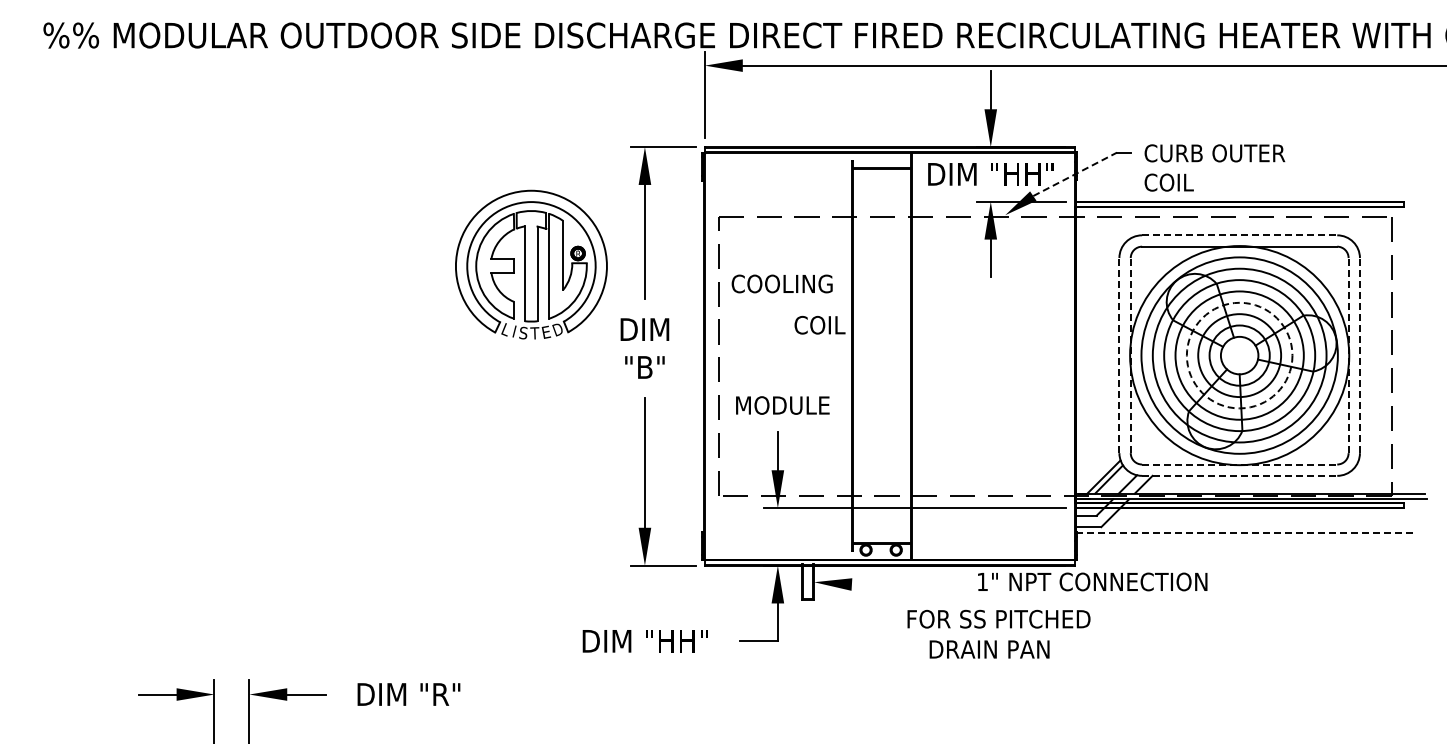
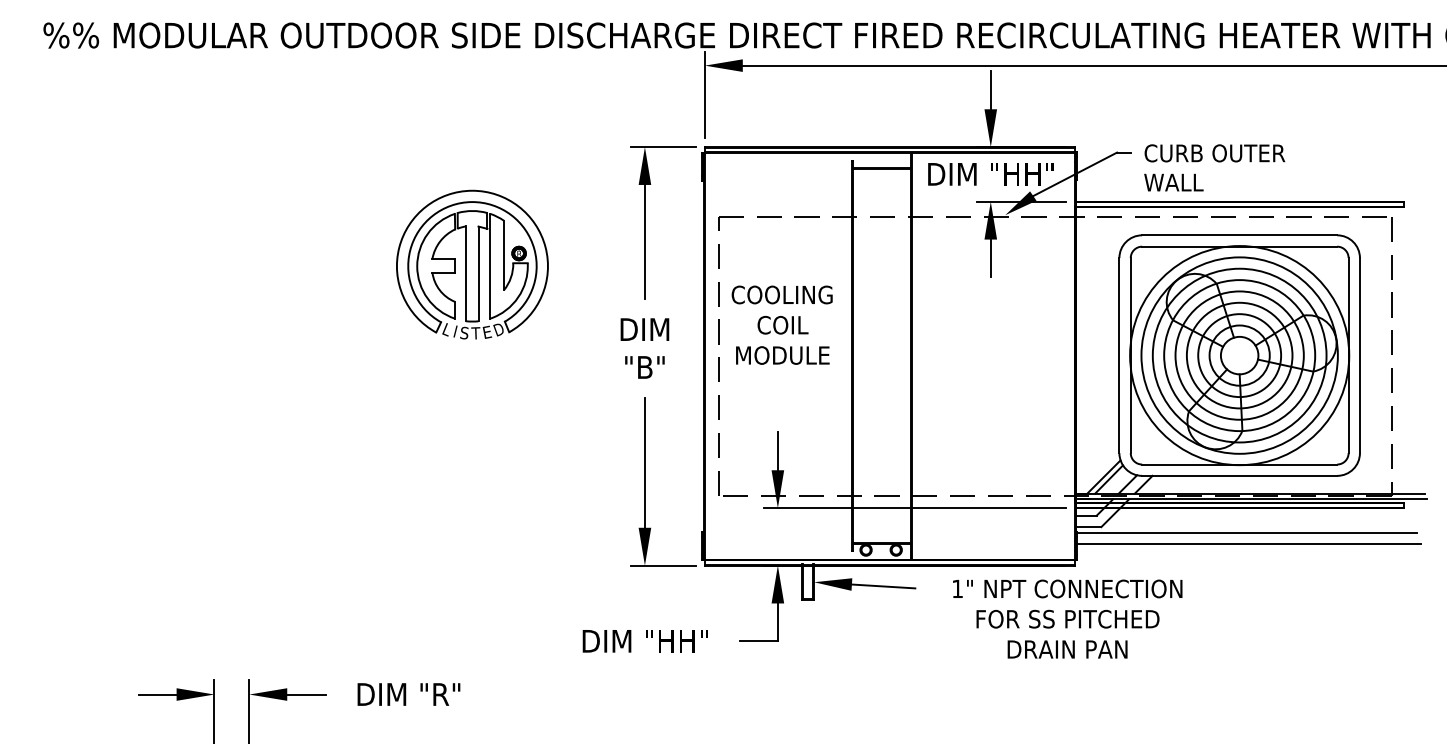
line at (1075, 174): dashed -> solid
text at (1173, 182): COIL -> WALL
line at (1239, 235): dashed -> solid
part at (531, 264) position: (531, 264) -> (472, 264)
text at (781, 283) position: (781, 283) -> (781, 294)
text at (819, 324) position: (819, 324) -> (782, 324)
line at (1119, 355): dashed -> solid
line at (1130, 355): dashed -> solid
circle at (1239, 355): dashed -> solid
line at (1348, 355): dashed -> solid
line at (1359, 355): dashed -> solid
text at (782, 405) position: (782, 405) -> (782, 355)
line at (1239, 464): dashed -> solid
line at (1239, 475): dashed -> solid
line at (1246, 532): dashed -> solid
line at (1248, 544): none -> present
text at (1092, 581) position: (1092, 581) -> (1067, 588)
line at (883, 586): none -> present
text at (998, 618) position: (998, 618) -> (1067, 618)
text at (989, 649) position: (989, 649) -> (1067, 649)
